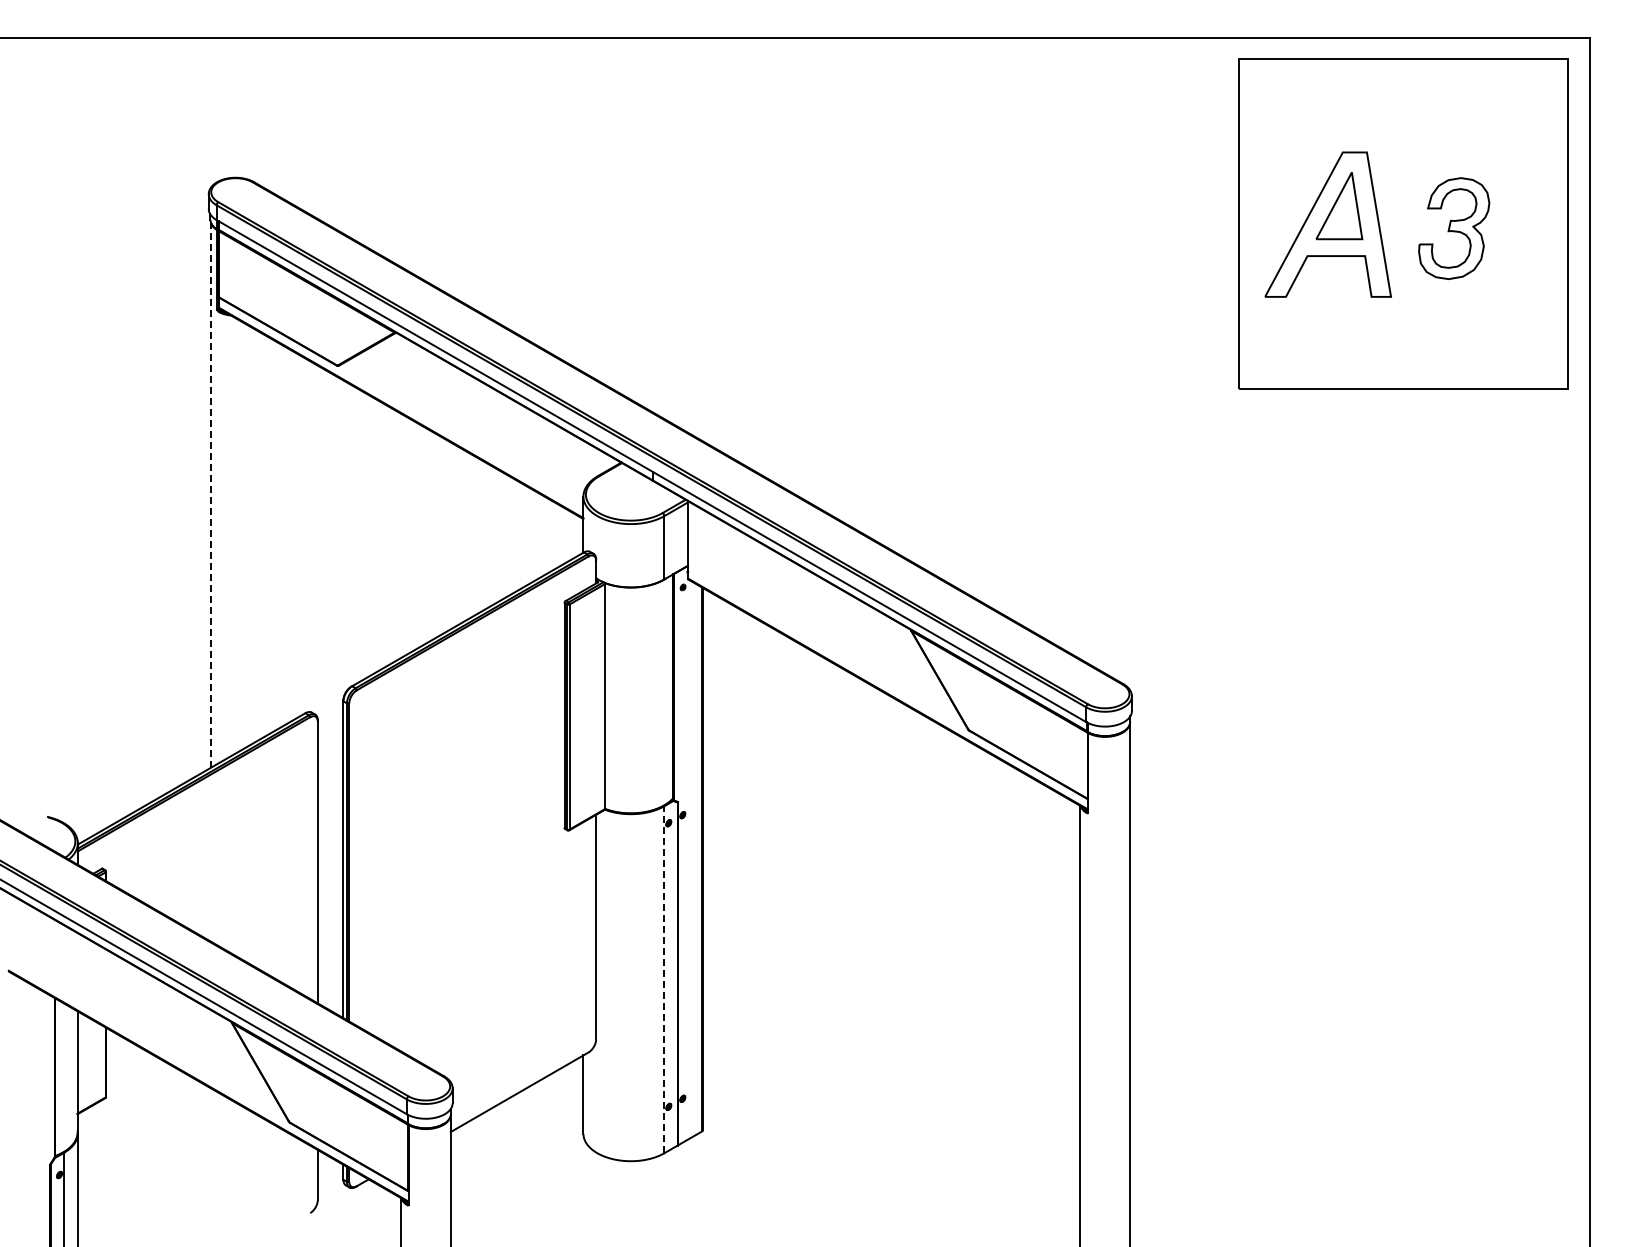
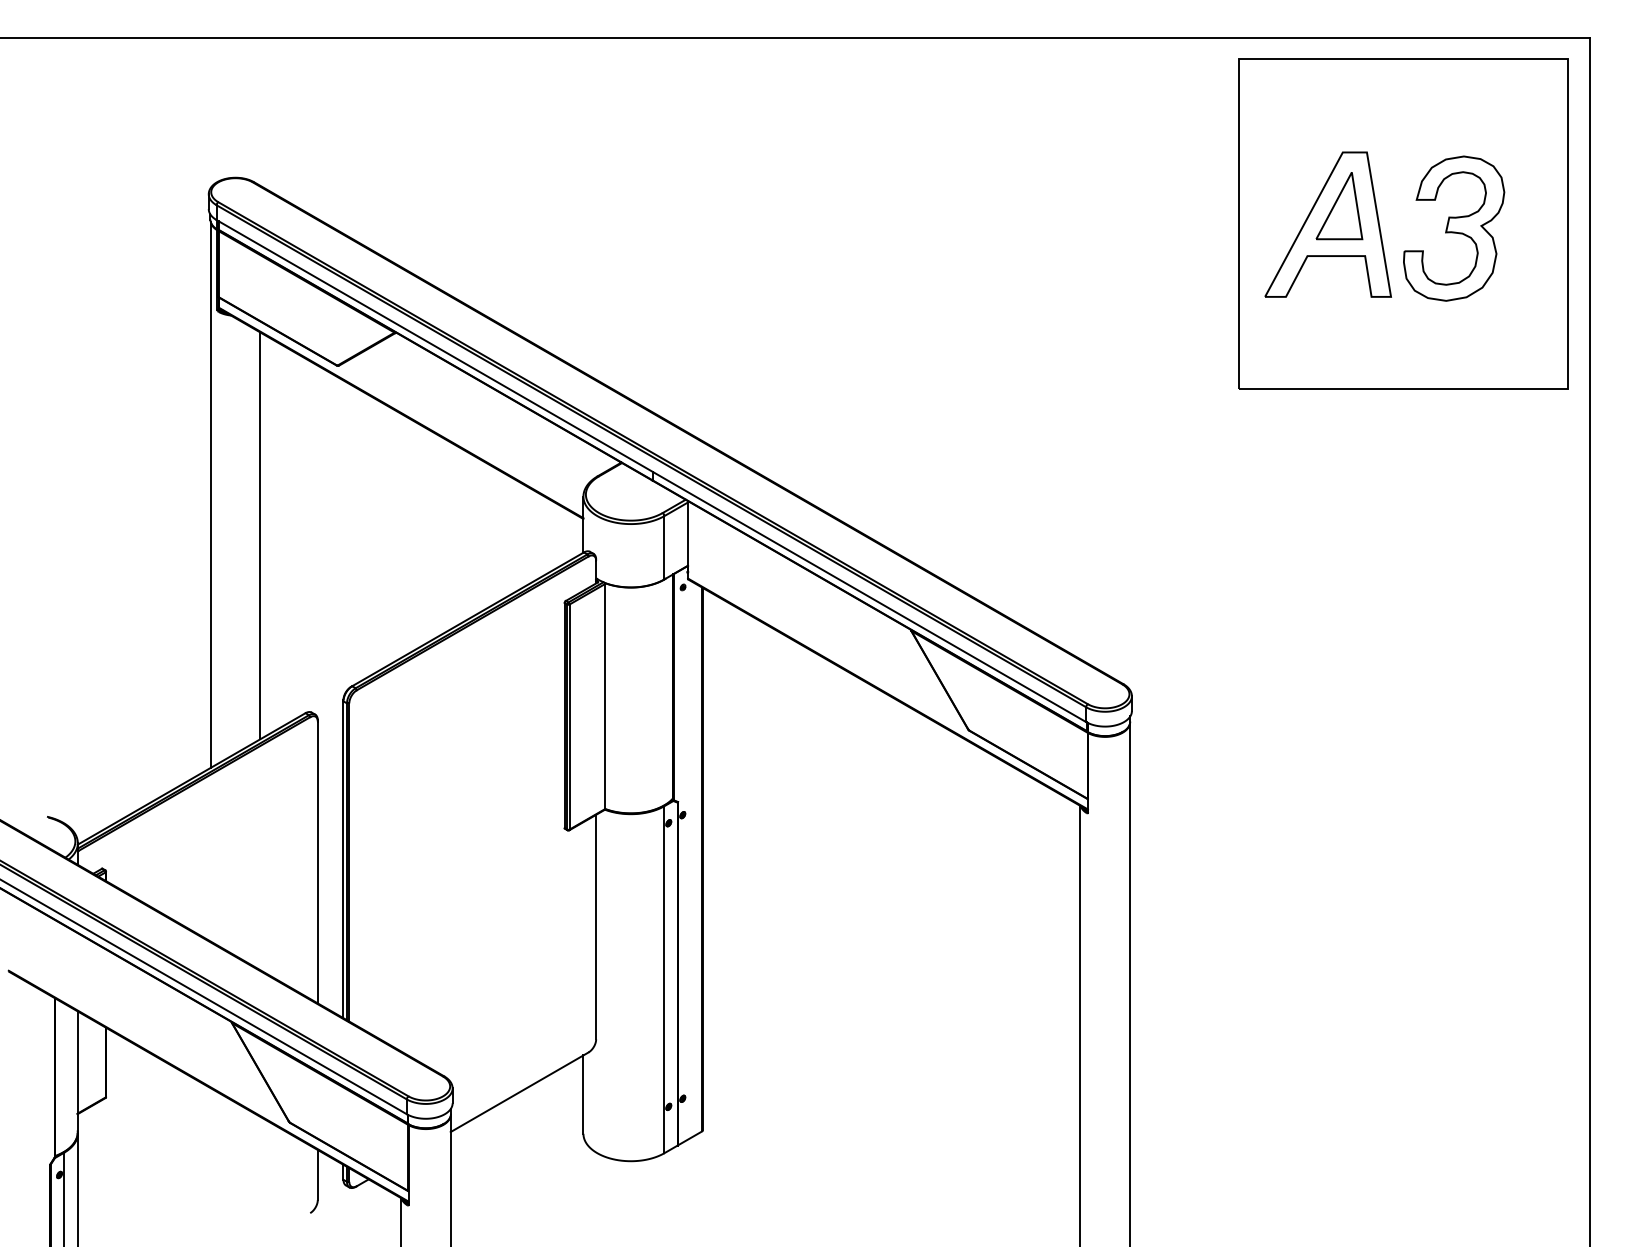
part at (1454, 228) size: 73x103 px -> 103x147 px
line at (210, 494): dashed -> solid
line at (260, 535): none -> present
line at (664, 979): dashed -> solid
